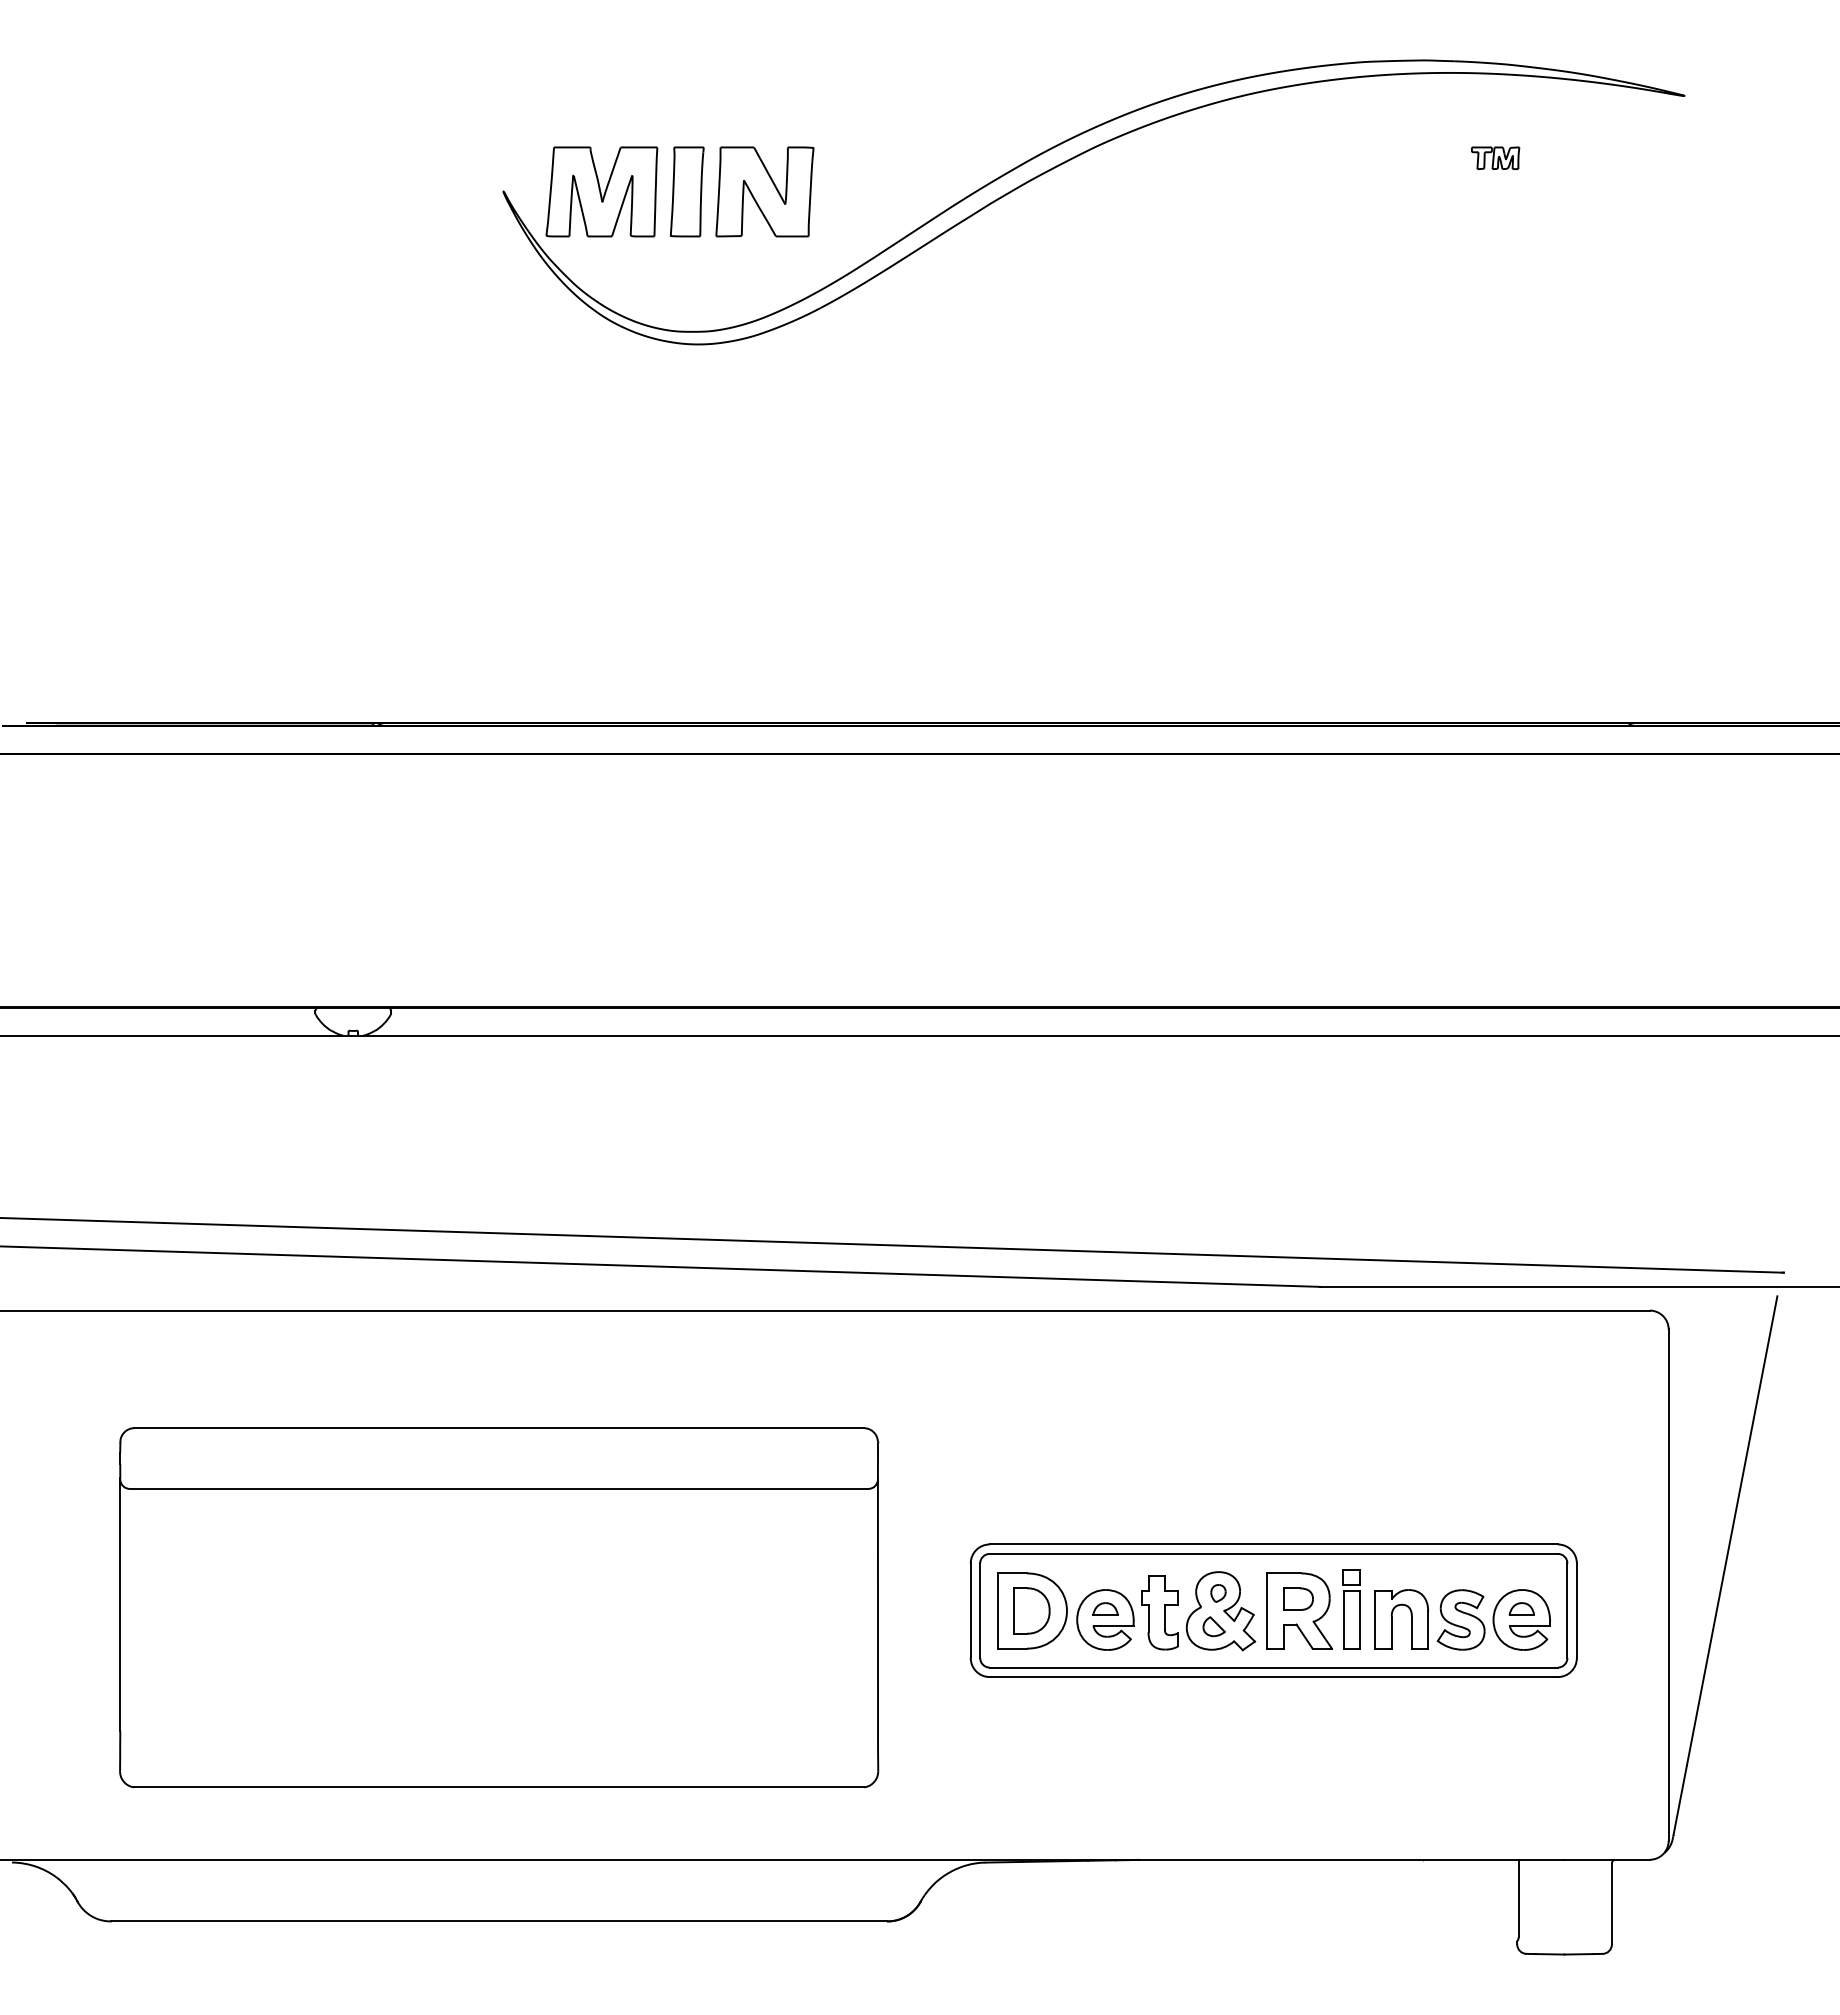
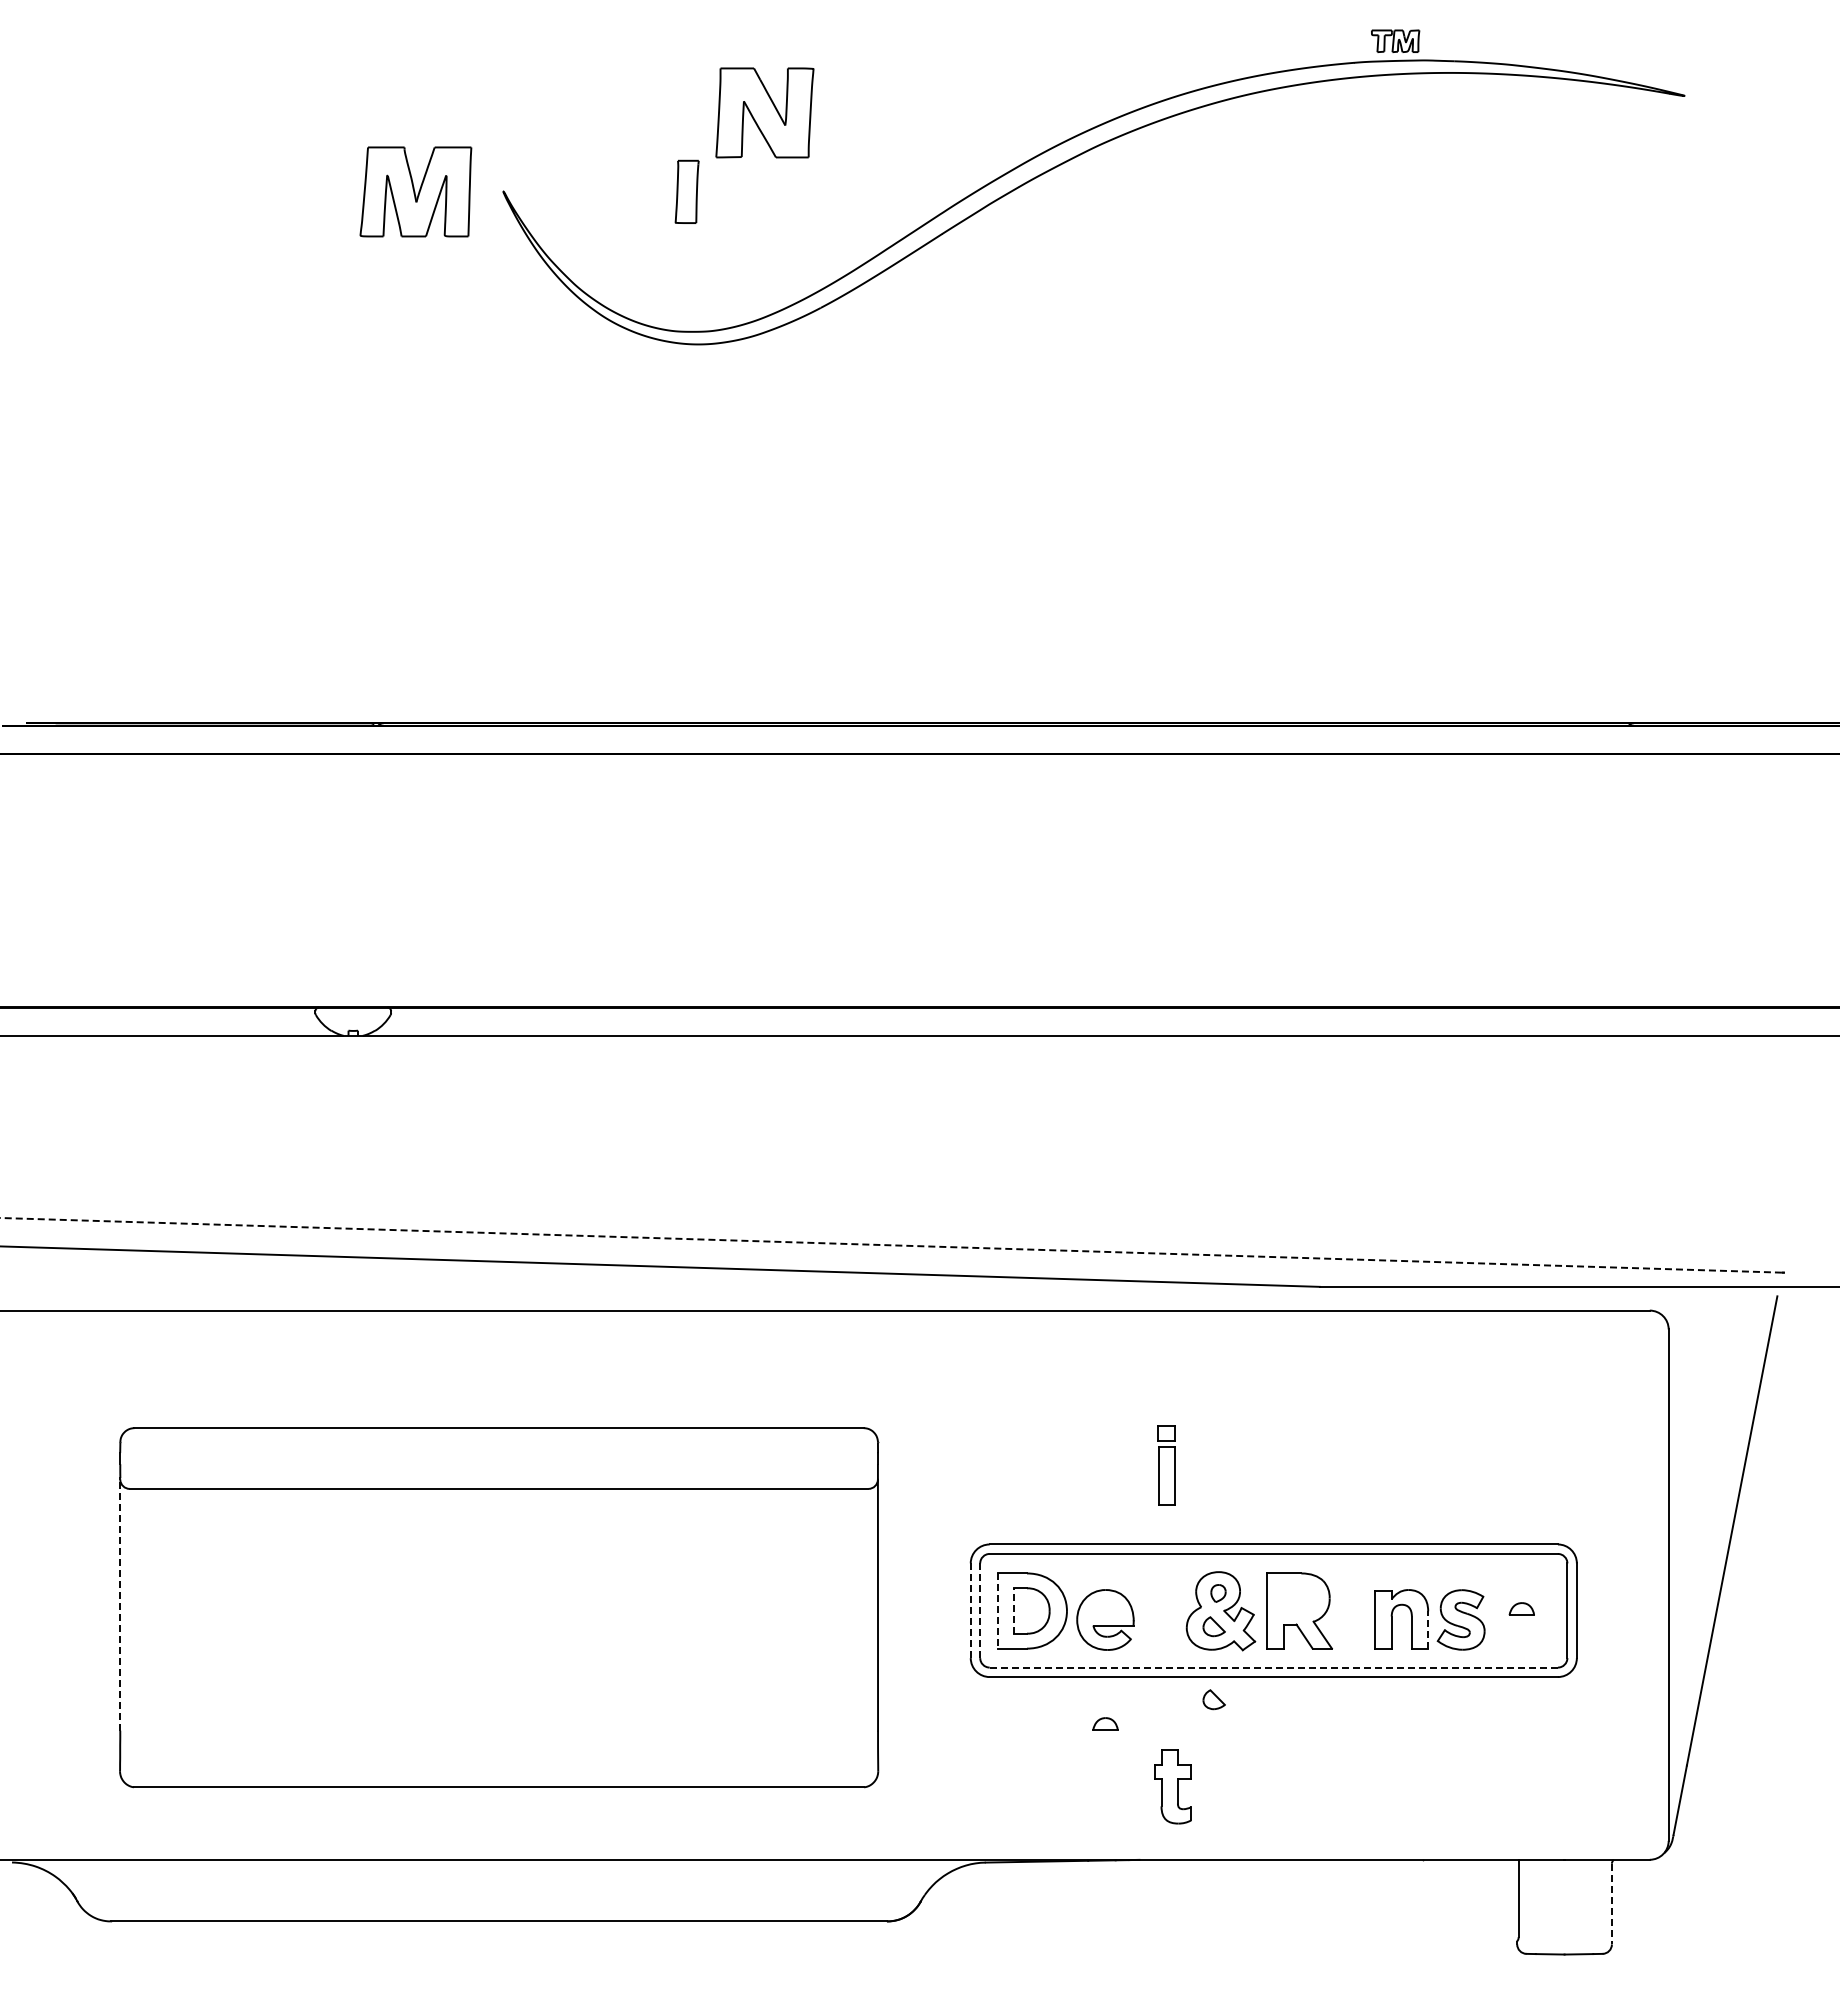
part at (1495, 157) position: (1495, 157) -> (1395, 40)
part at (601, 191) position: (601, 191) -> (415, 191)
part at (686, 191) size: 36x92 px -> 26x65 px
part at (764, 191) position: (764, 191) -> (764, 112)
line at (890, 1245): solid -> dashed
part at (1298, 1598): present -> none
line at (120, 1605): solid -> dashed
part at (1105, 1608) position: (1105, 1608) -> (1105, 1723)
part at (1351, 1609) position: (1351, 1609) -> (1166, 1465)
line at (980, 1610): solid -> dashed
line at (970, 1611): solid -> dashed
line at (997, 1611): solid -> dashed
line at (1014, 1611): solid -> dashed
part at (1159, 1612) position: (1159, 1612) -> (1172, 1786)
part at (1521, 1619): present -> none
line at (1428, 1629): solid -> dashed
line at (1273, 1667): solid -> dashed
part at (1213, 1699): none -> present
line at (1611, 1904): solid -> dashed
